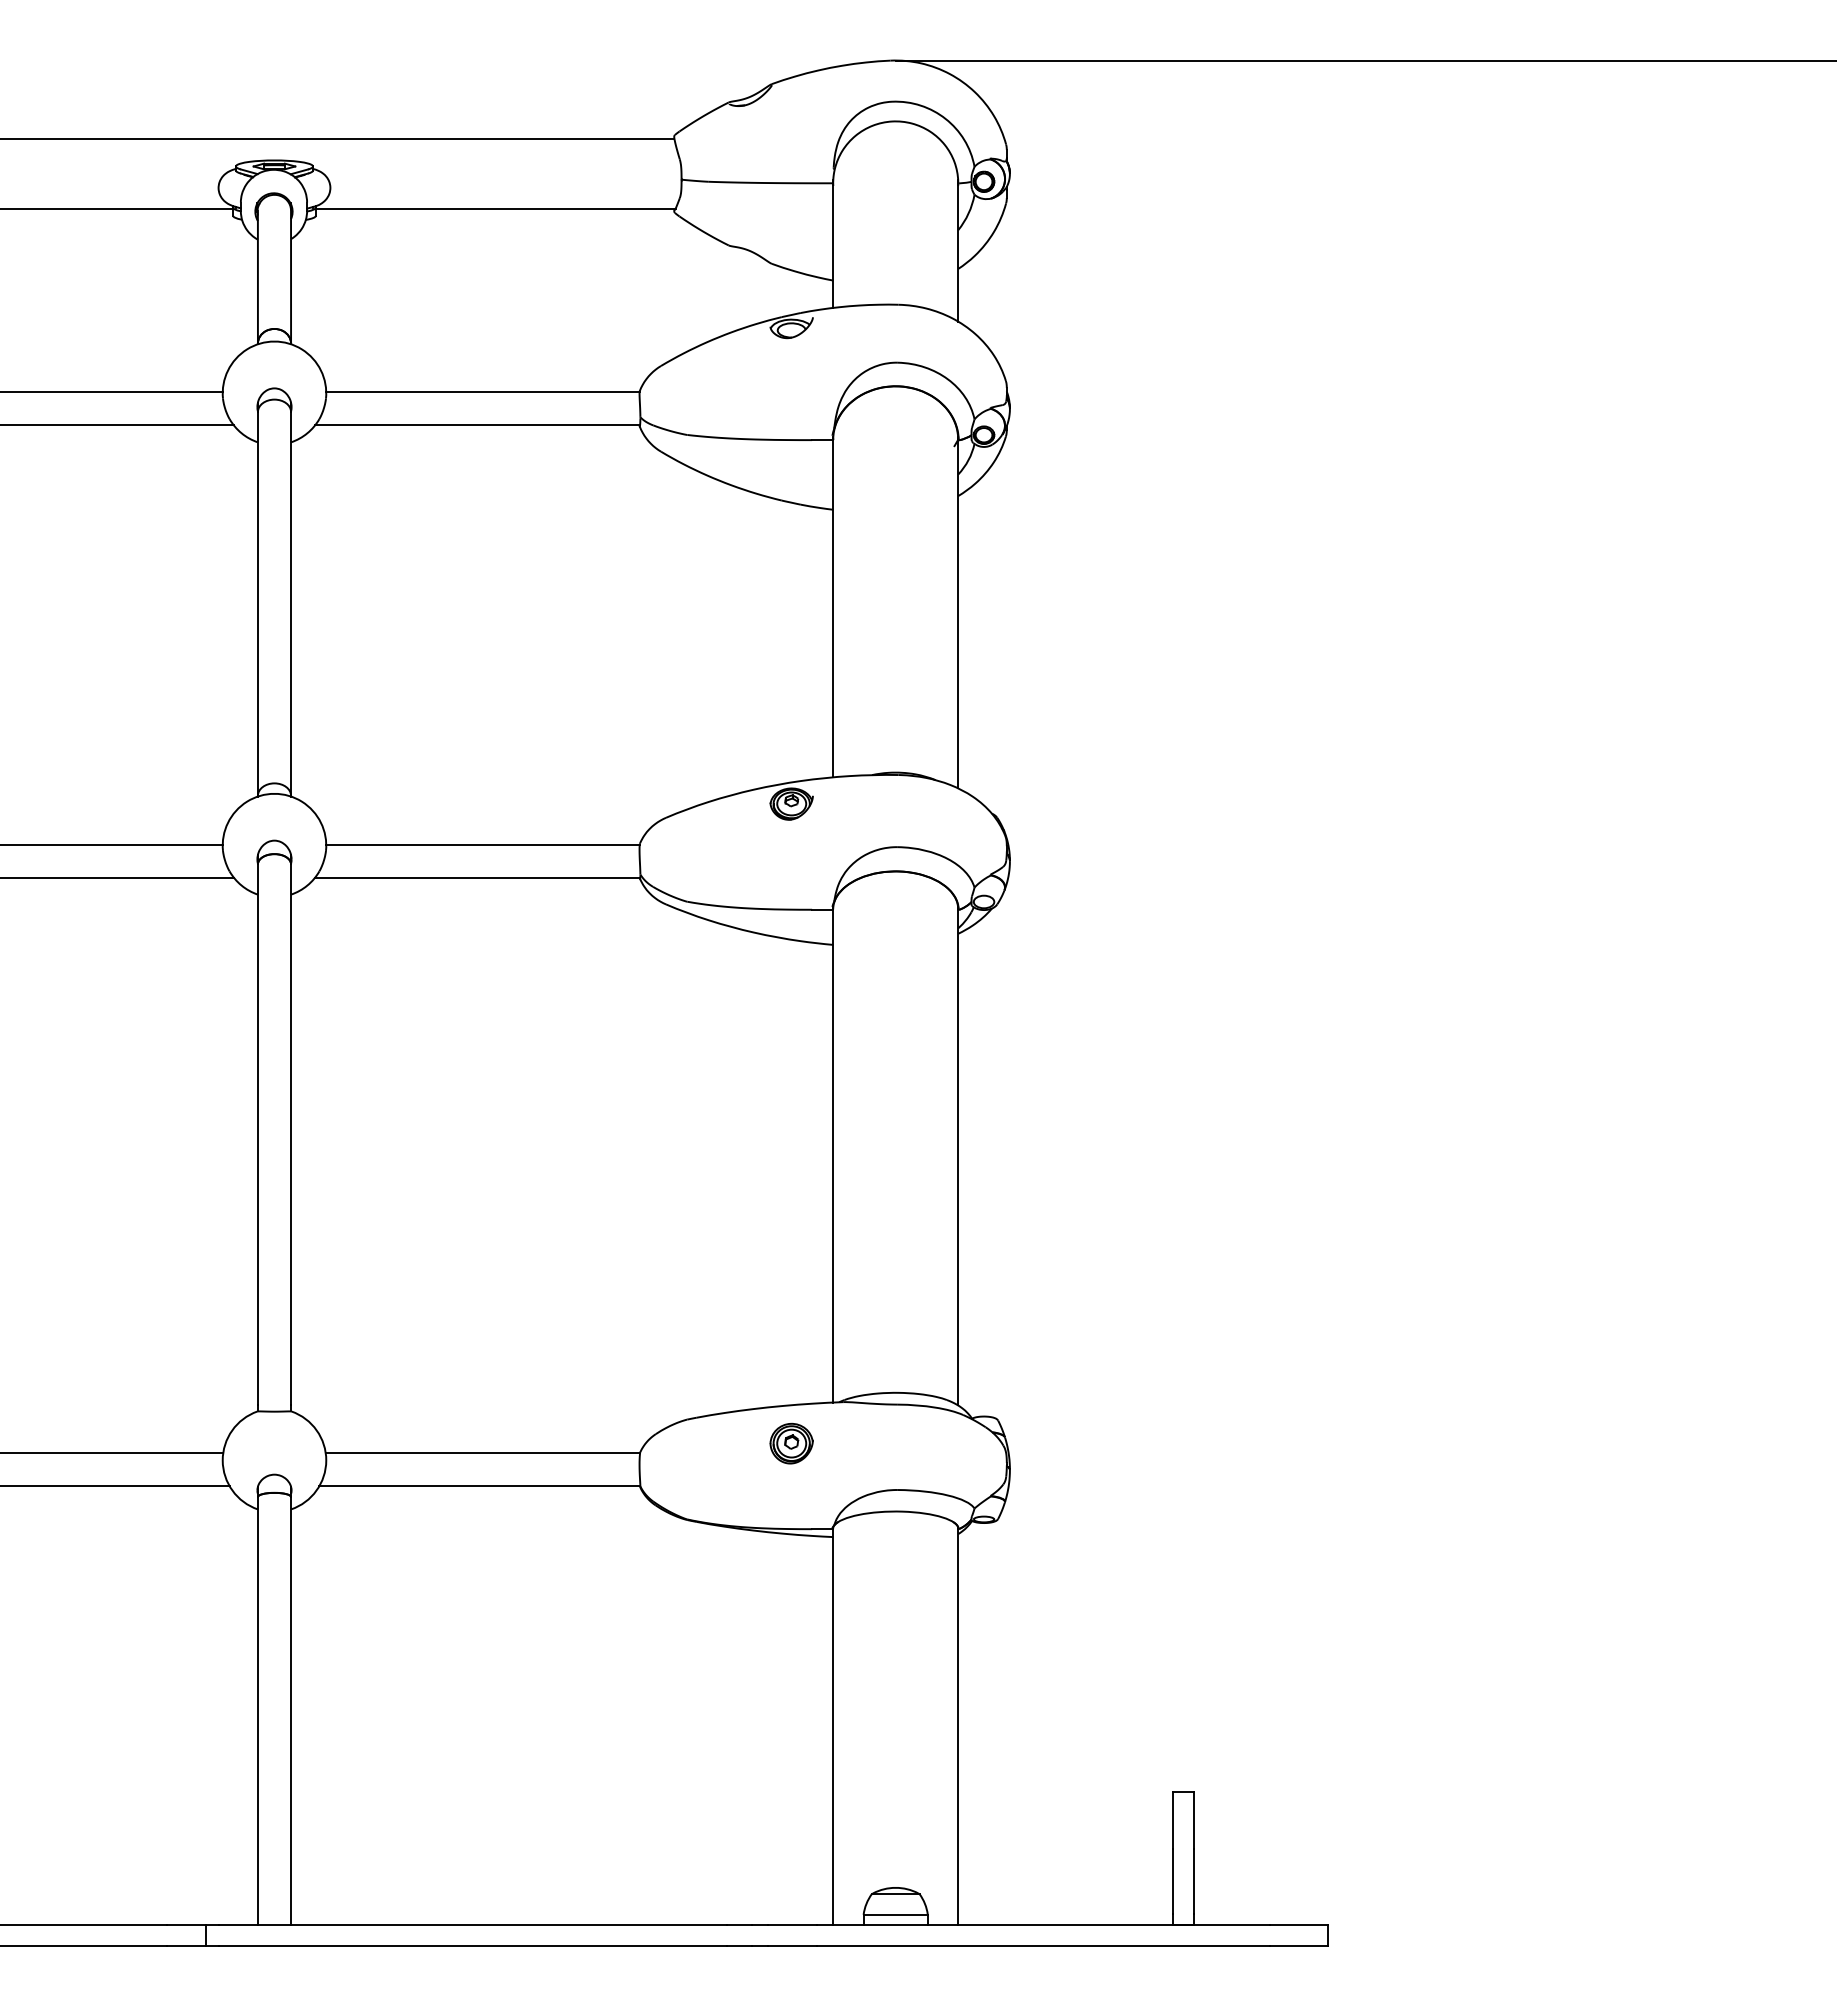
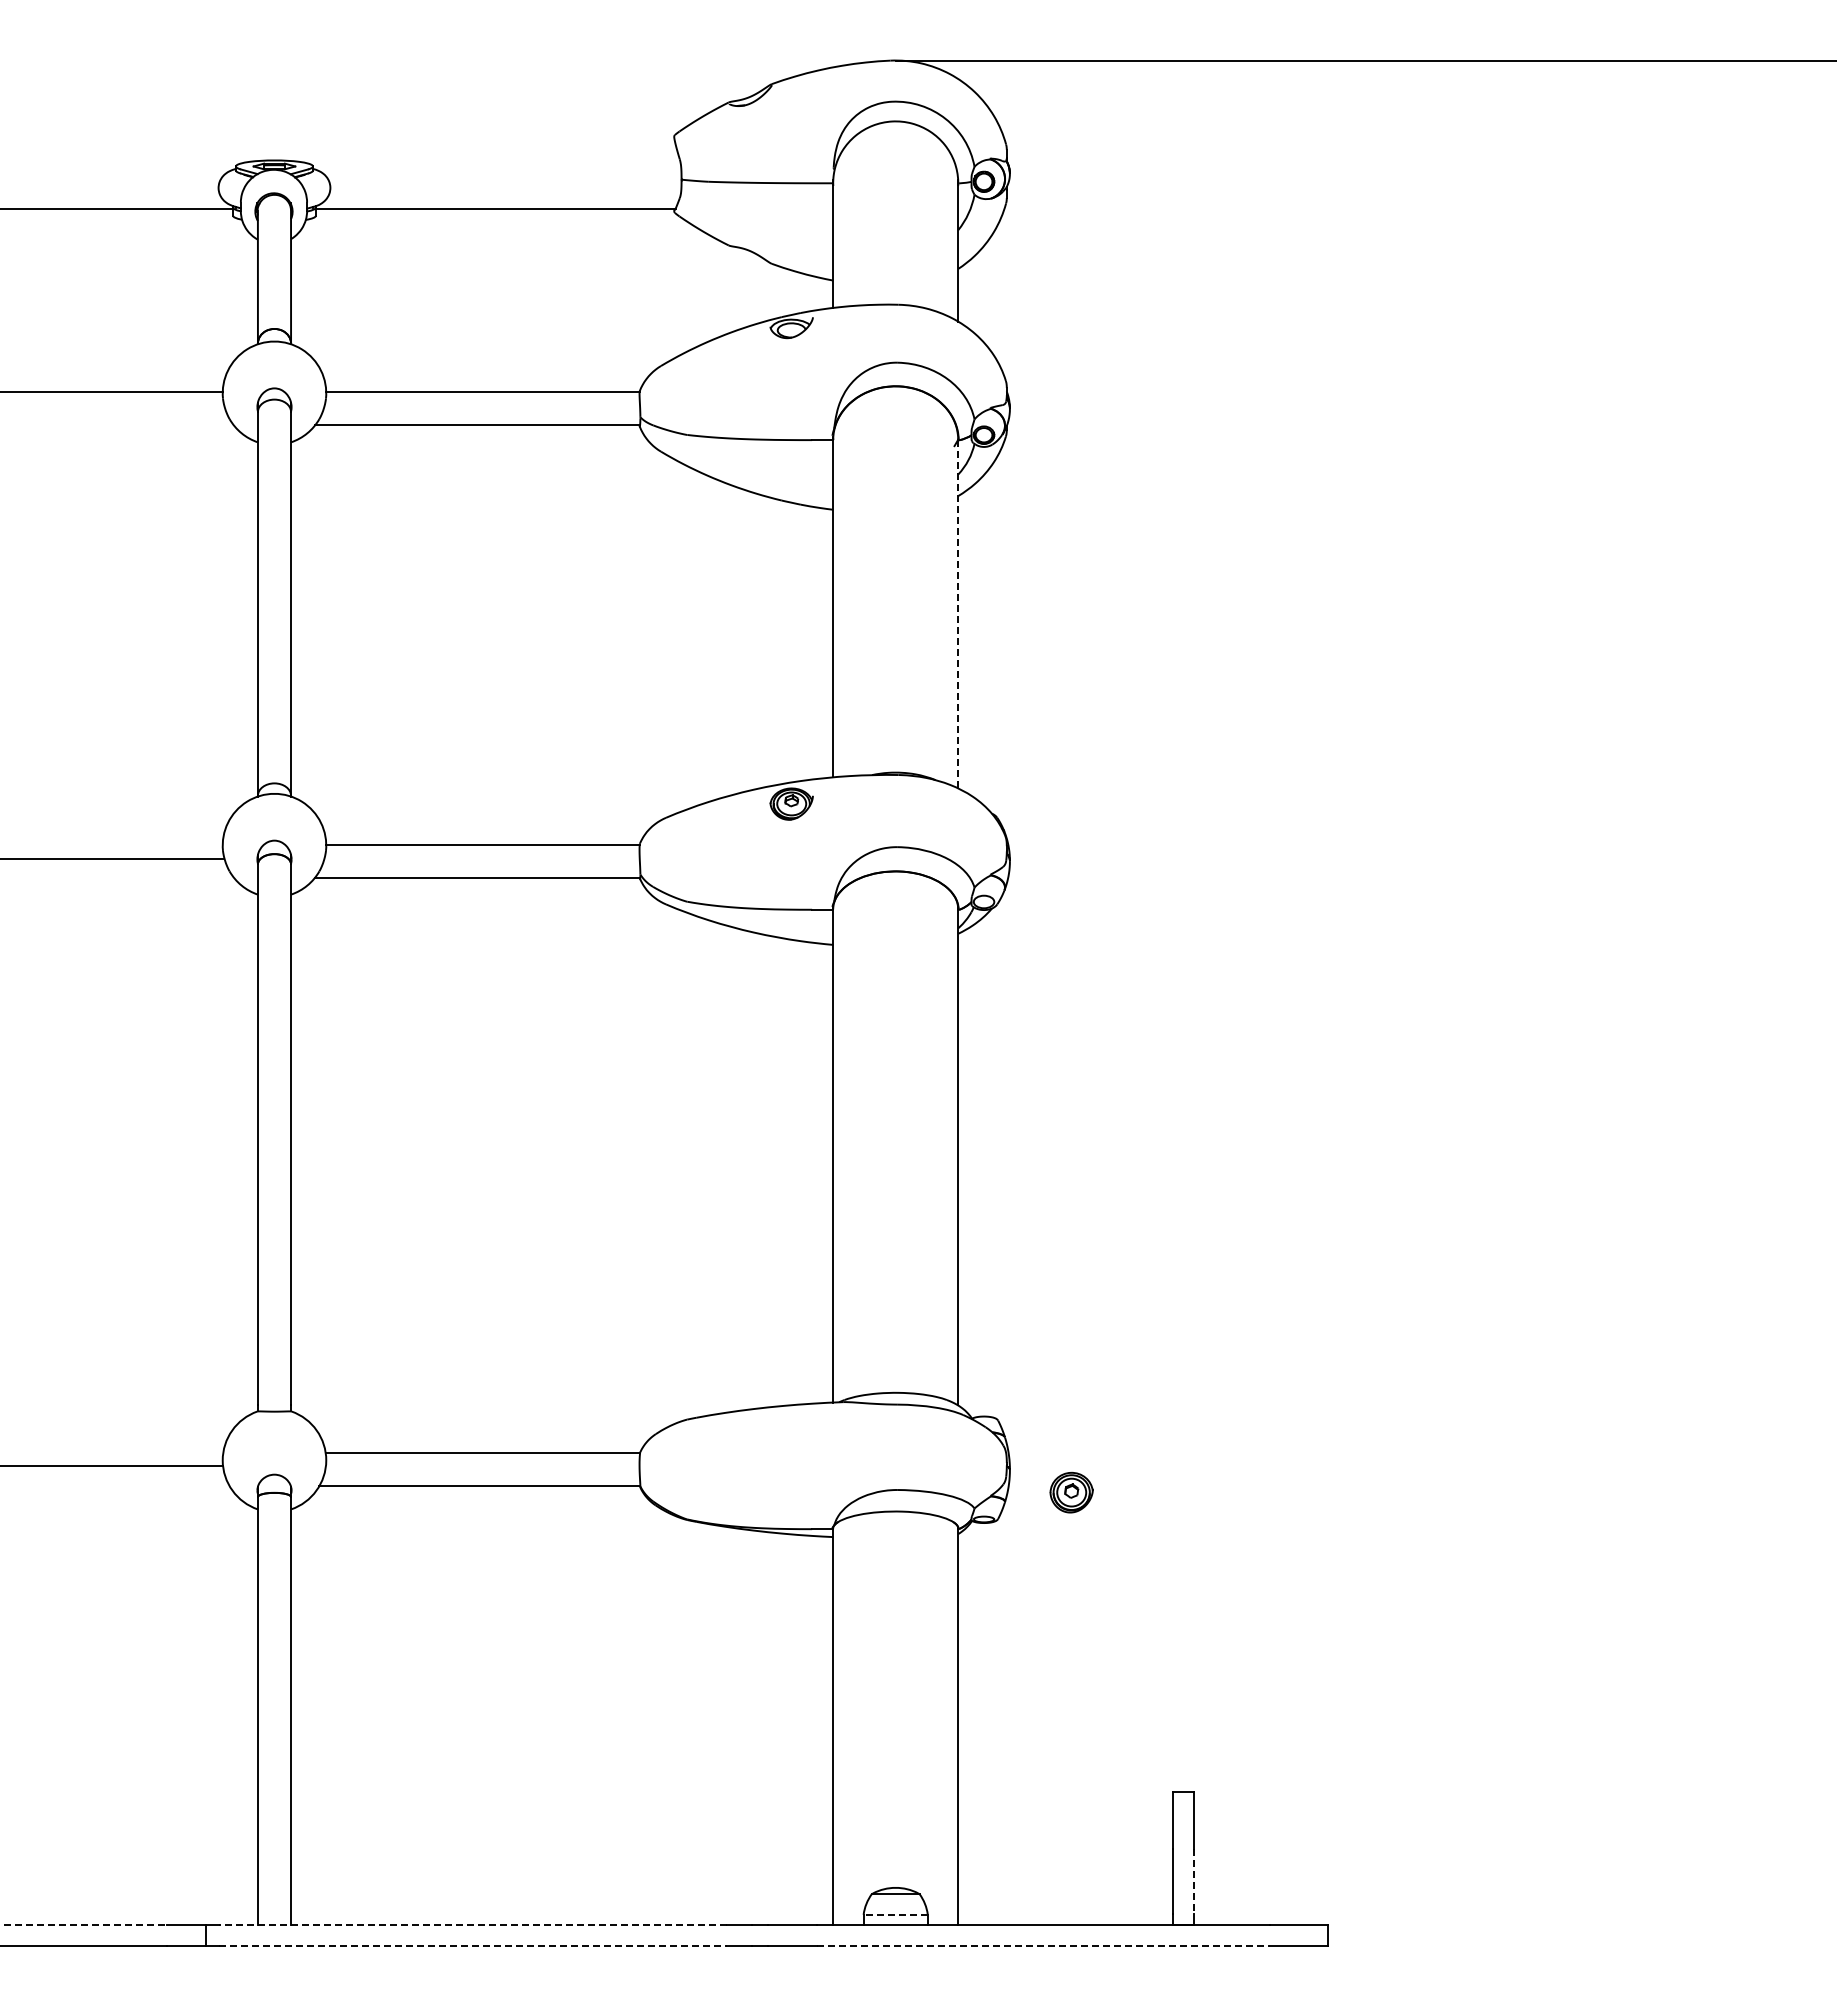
line at (338, 139): present -> none
line at (117, 425): present -> none
line at (958, 612): solid -> dashed
line at (112, 844) position: (112, 844) -> (112, 858)
line at (117, 877): present -> none
part at (791, 1443) position: (791, 1443) -> (1071, 1492)
line at (112, 1453) position: (112, 1453) -> (112, 1466)
line at (115, 1486): present -> none
line at (1193, 1881): solid -> dashed
line at (895, 1914): solid -> dashed
line at (84, 1925): solid -> dashed
line at (472, 1925): solid -> dashed
line at (473, 1945): solid -> dashed
line at (1044, 1945): solid -> dashed
